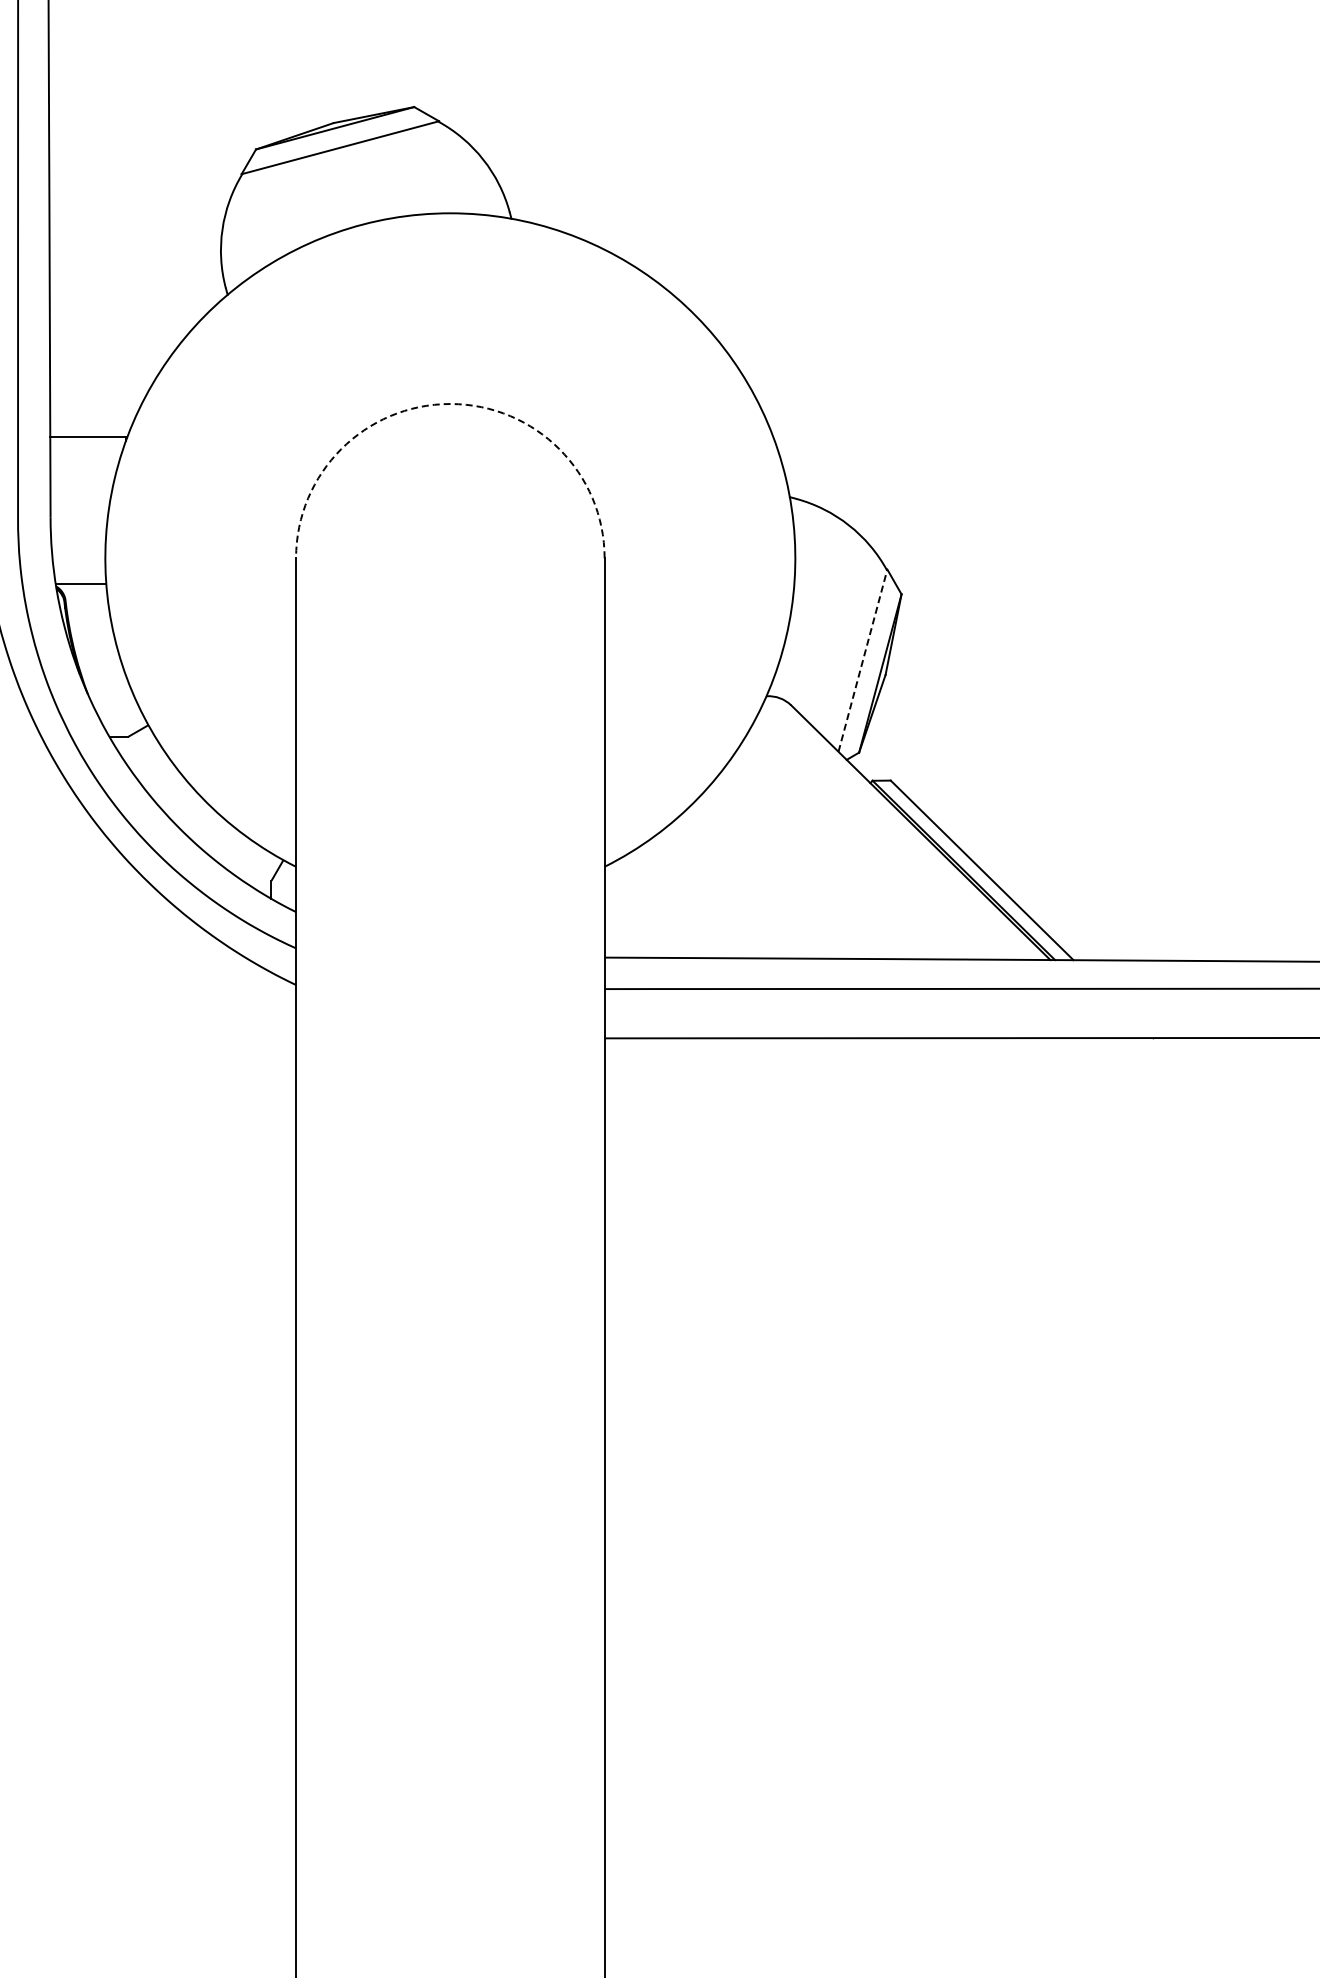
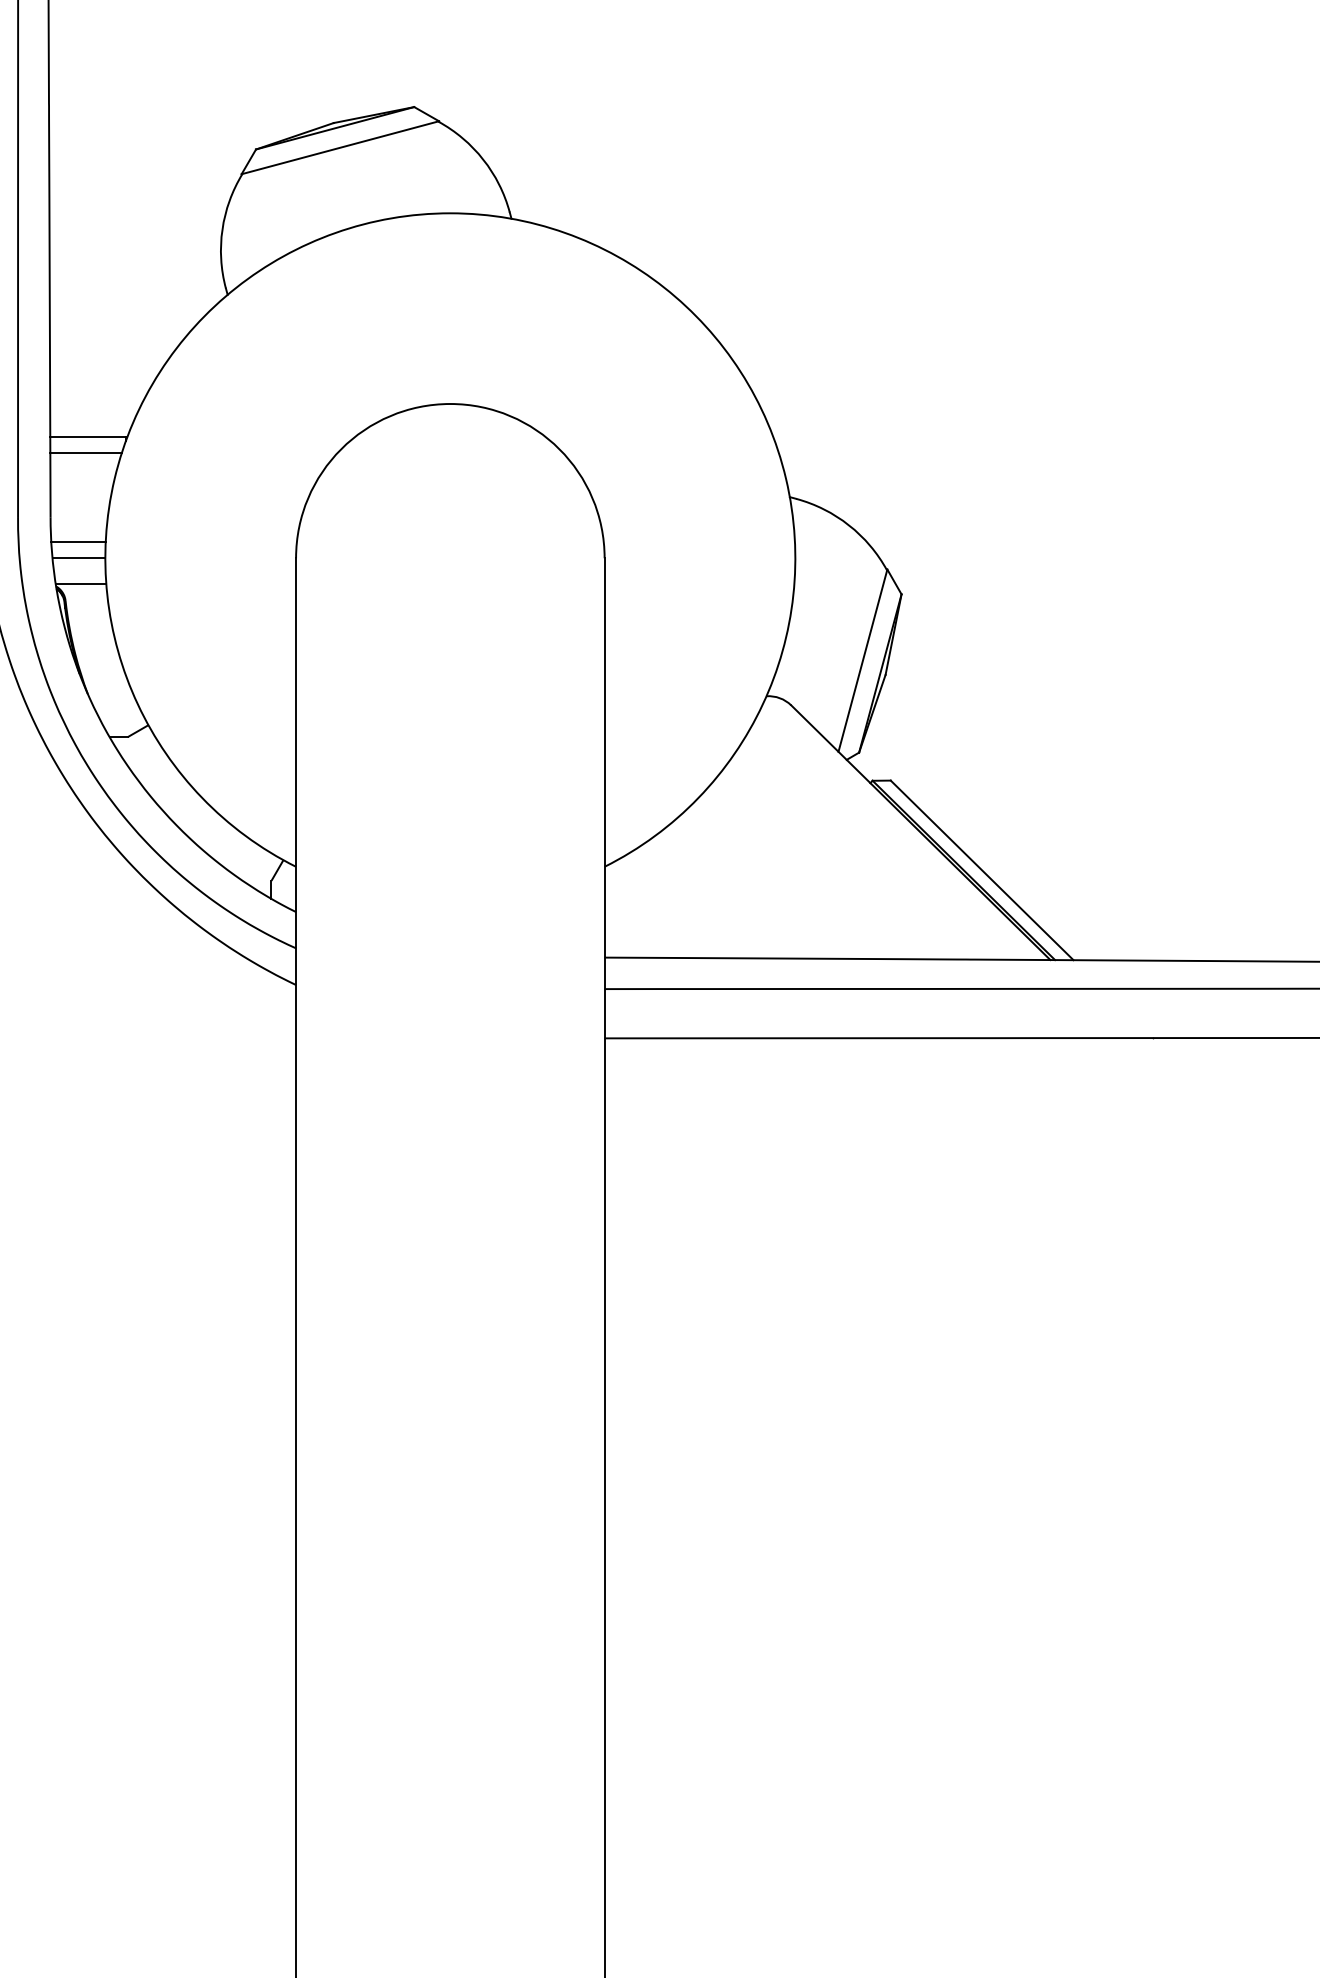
arc at (450, 404): dashed -> solid
line at (85, 452): none -> present
line at (78, 542): none -> present
line at (78, 558): none -> present
line at (863, 660): dashed -> solid
